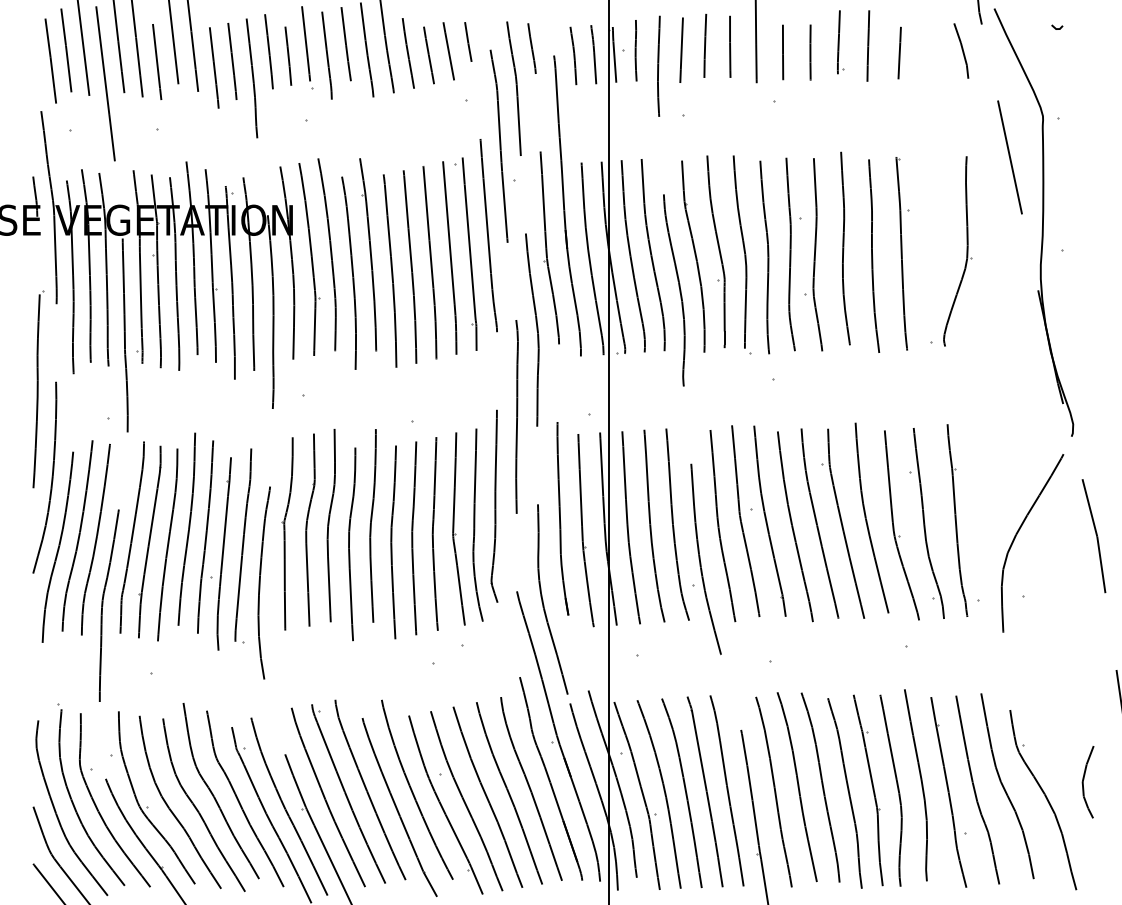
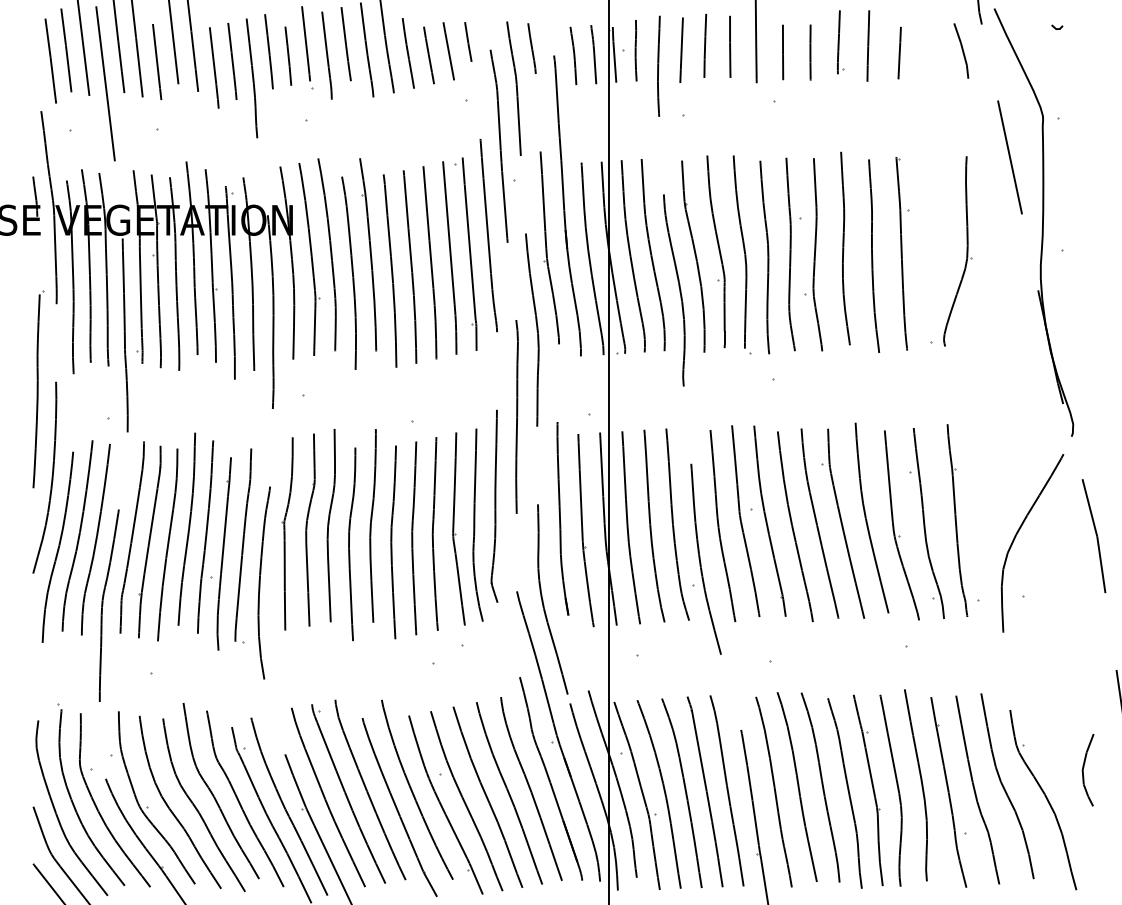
curve at (1083, 782) position: (1083, 782) -> (1083, 770)
